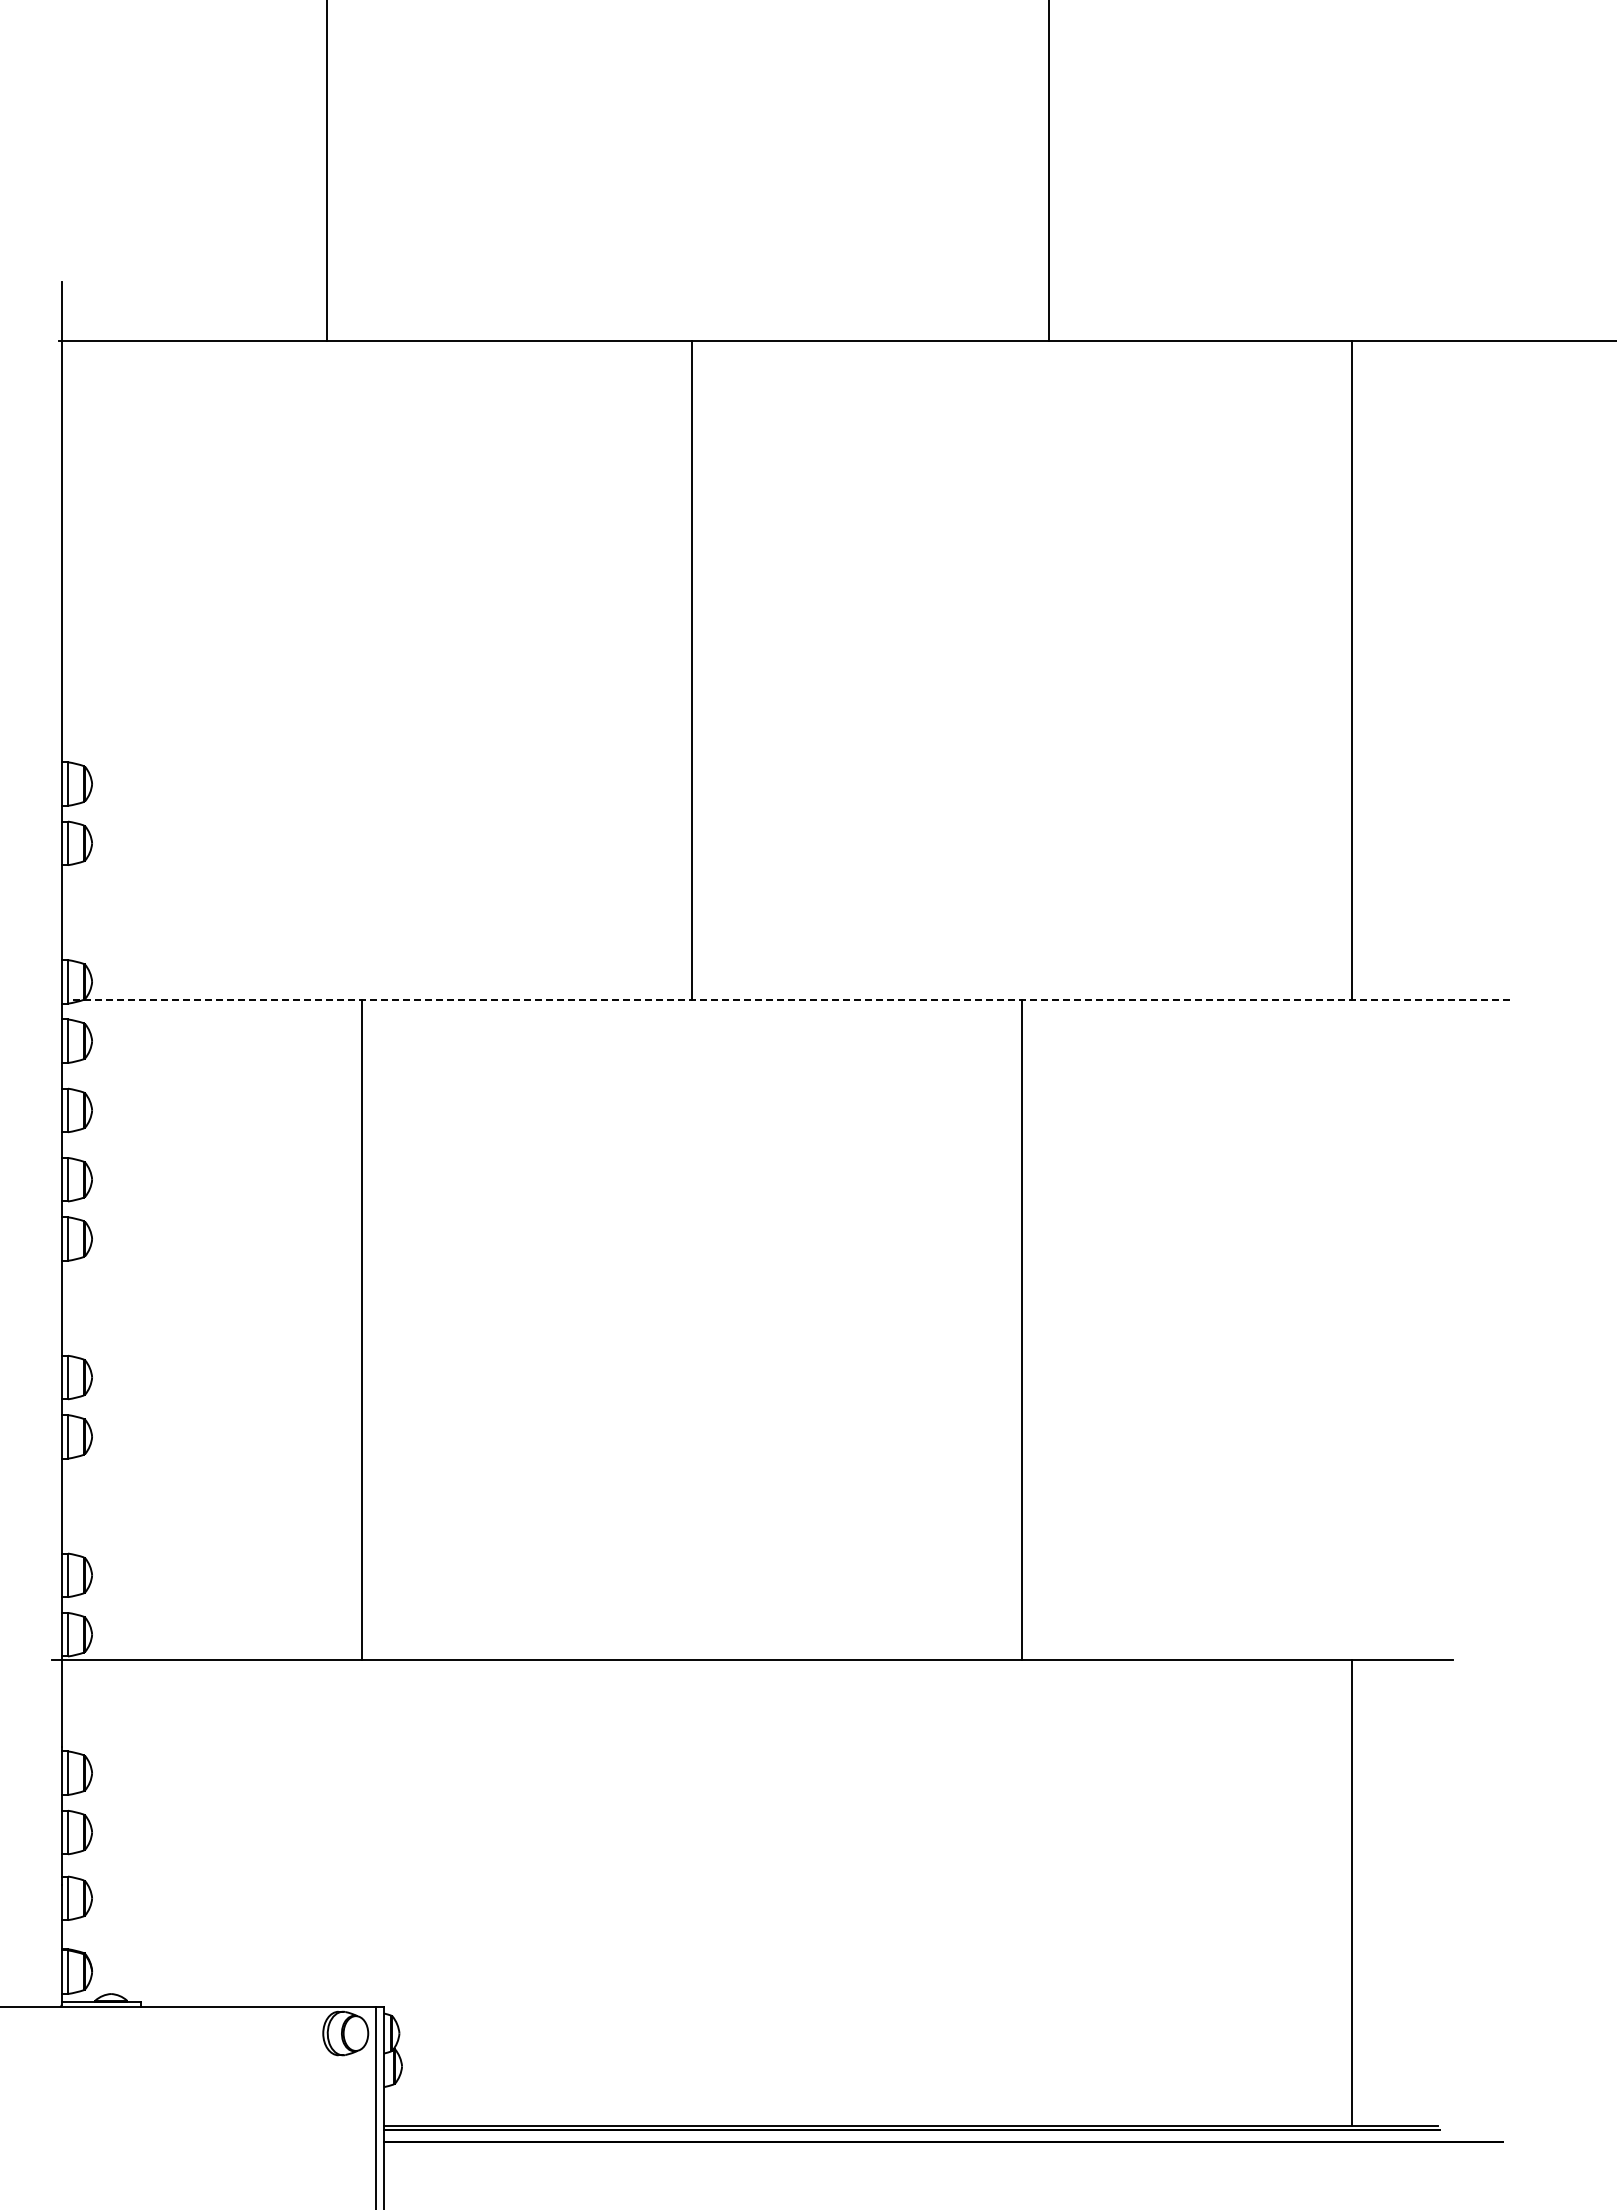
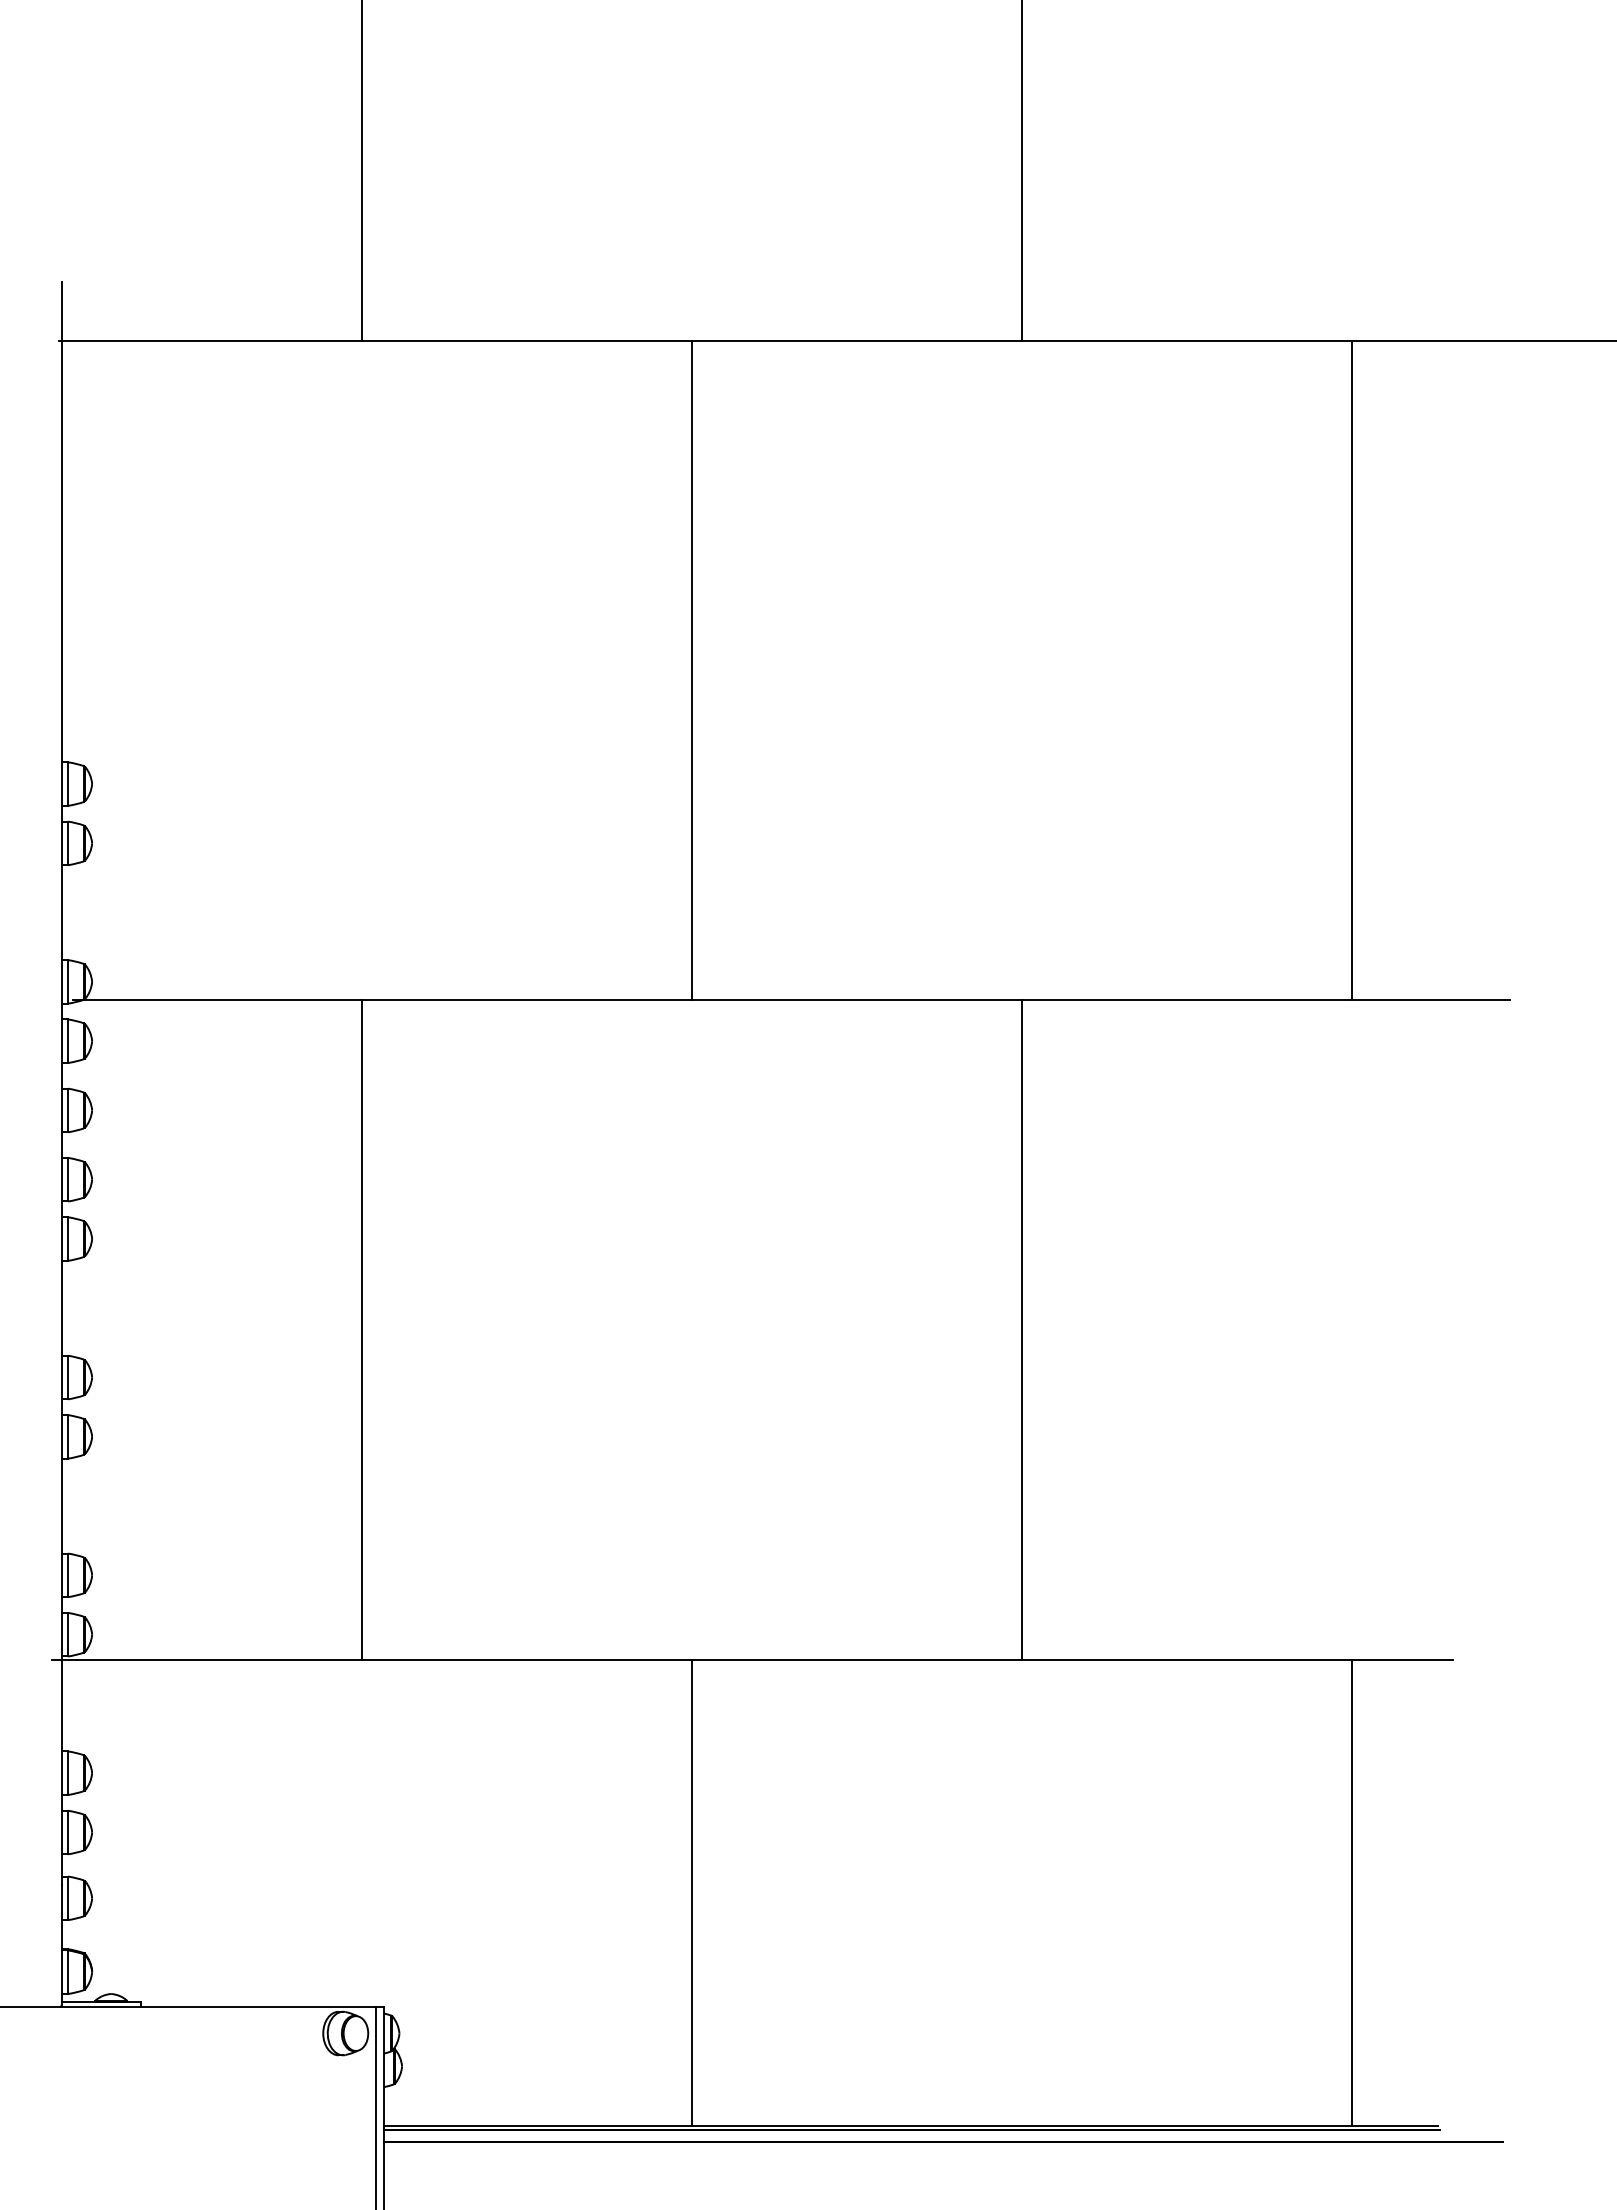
line at (327, 171) position: (327, 171) -> (362, 171)
line at (1048, 171) position: (1048, 171) -> (1021, 171)
line at (791, 1000): dashed -> solid
line at (692, 1892): none -> present
